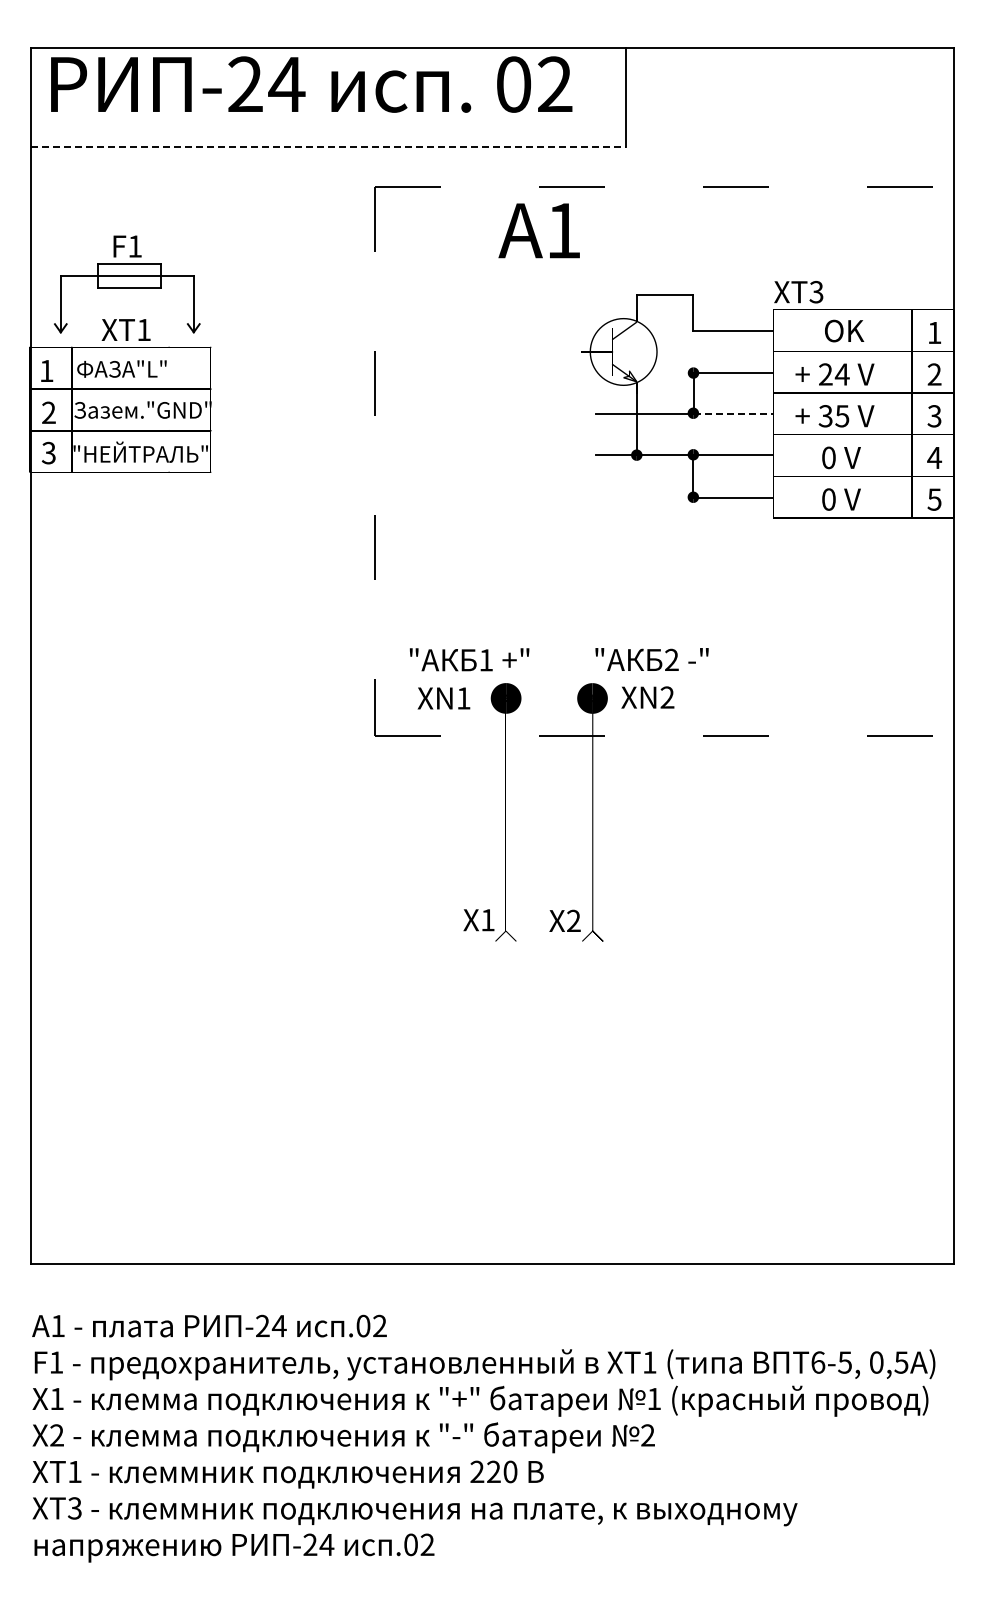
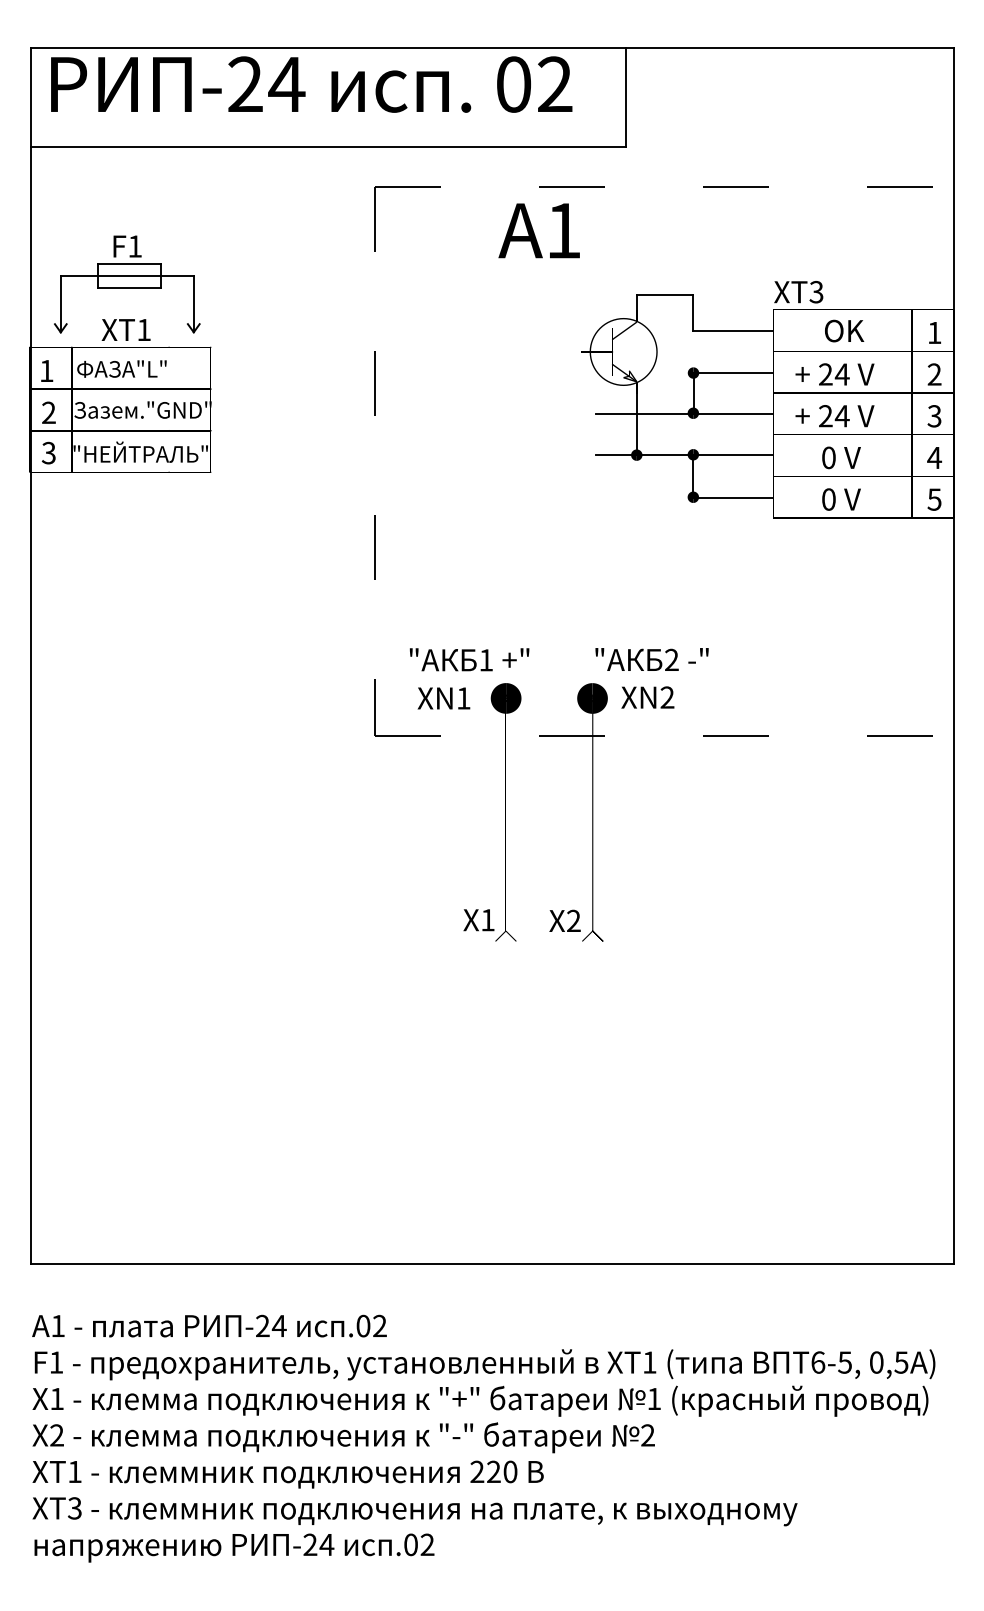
line at (328, 146): dashed -> solid
line at (733, 413): dashed -> solid
text at (833, 416): 35 -> 24
